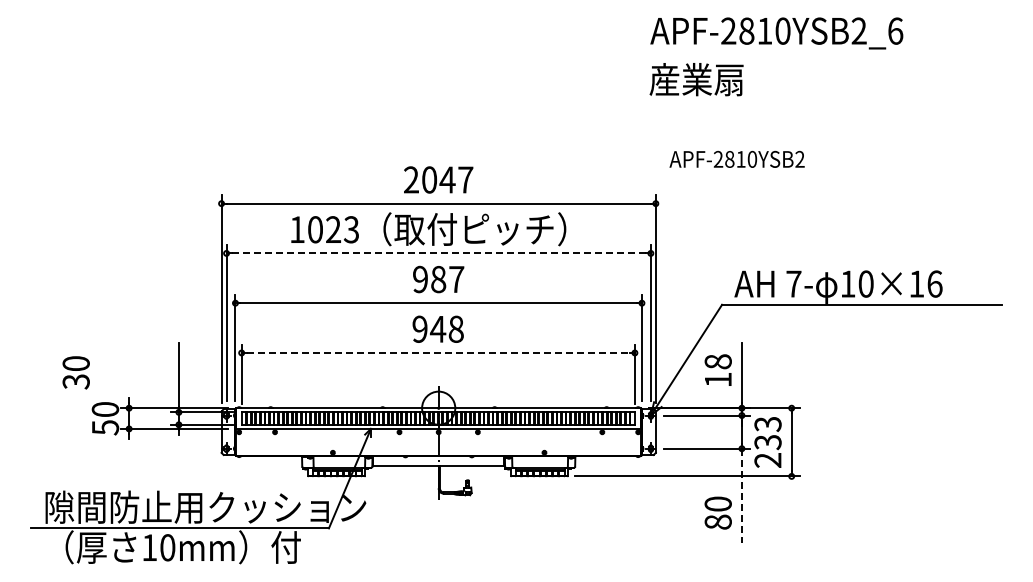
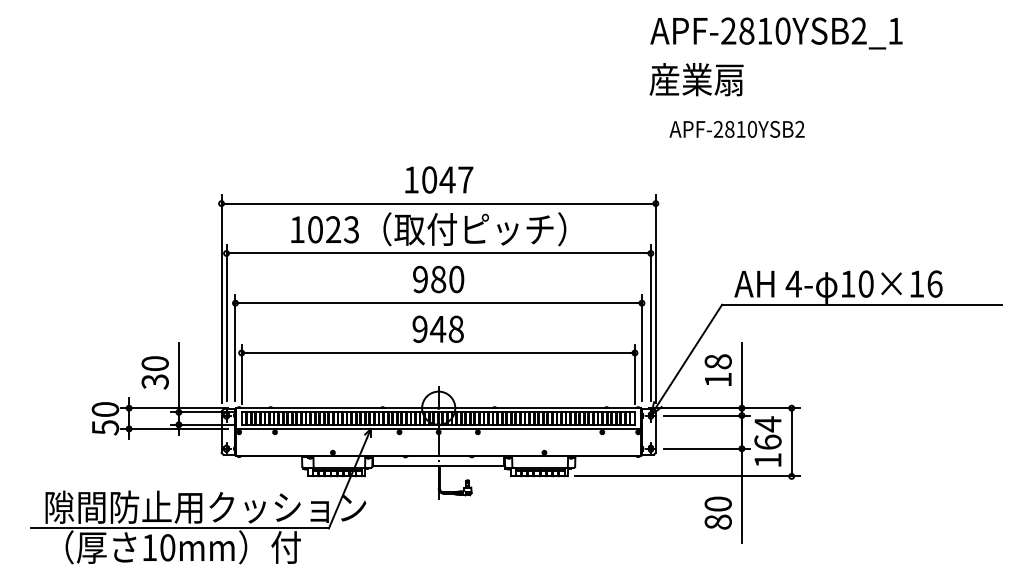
text at (895, 30): APF-2810YSB2_6 -> APF-2810YSB2_1
text at (736, 158) position: (736, 158) -> (736, 128)
text at (411, 179): 2047 -> 1047
line at (439, 253): dashed -> solid
text at (456, 279): 987 -> 980
text at (793, 283): 7- -> 4-
line at (438, 352): dashed -> solid
text at (75, 372) position: (75, 372) -> (154, 372)
text at (767, 441): 233 -> 164
line at (741, 496): dashed -> solid
